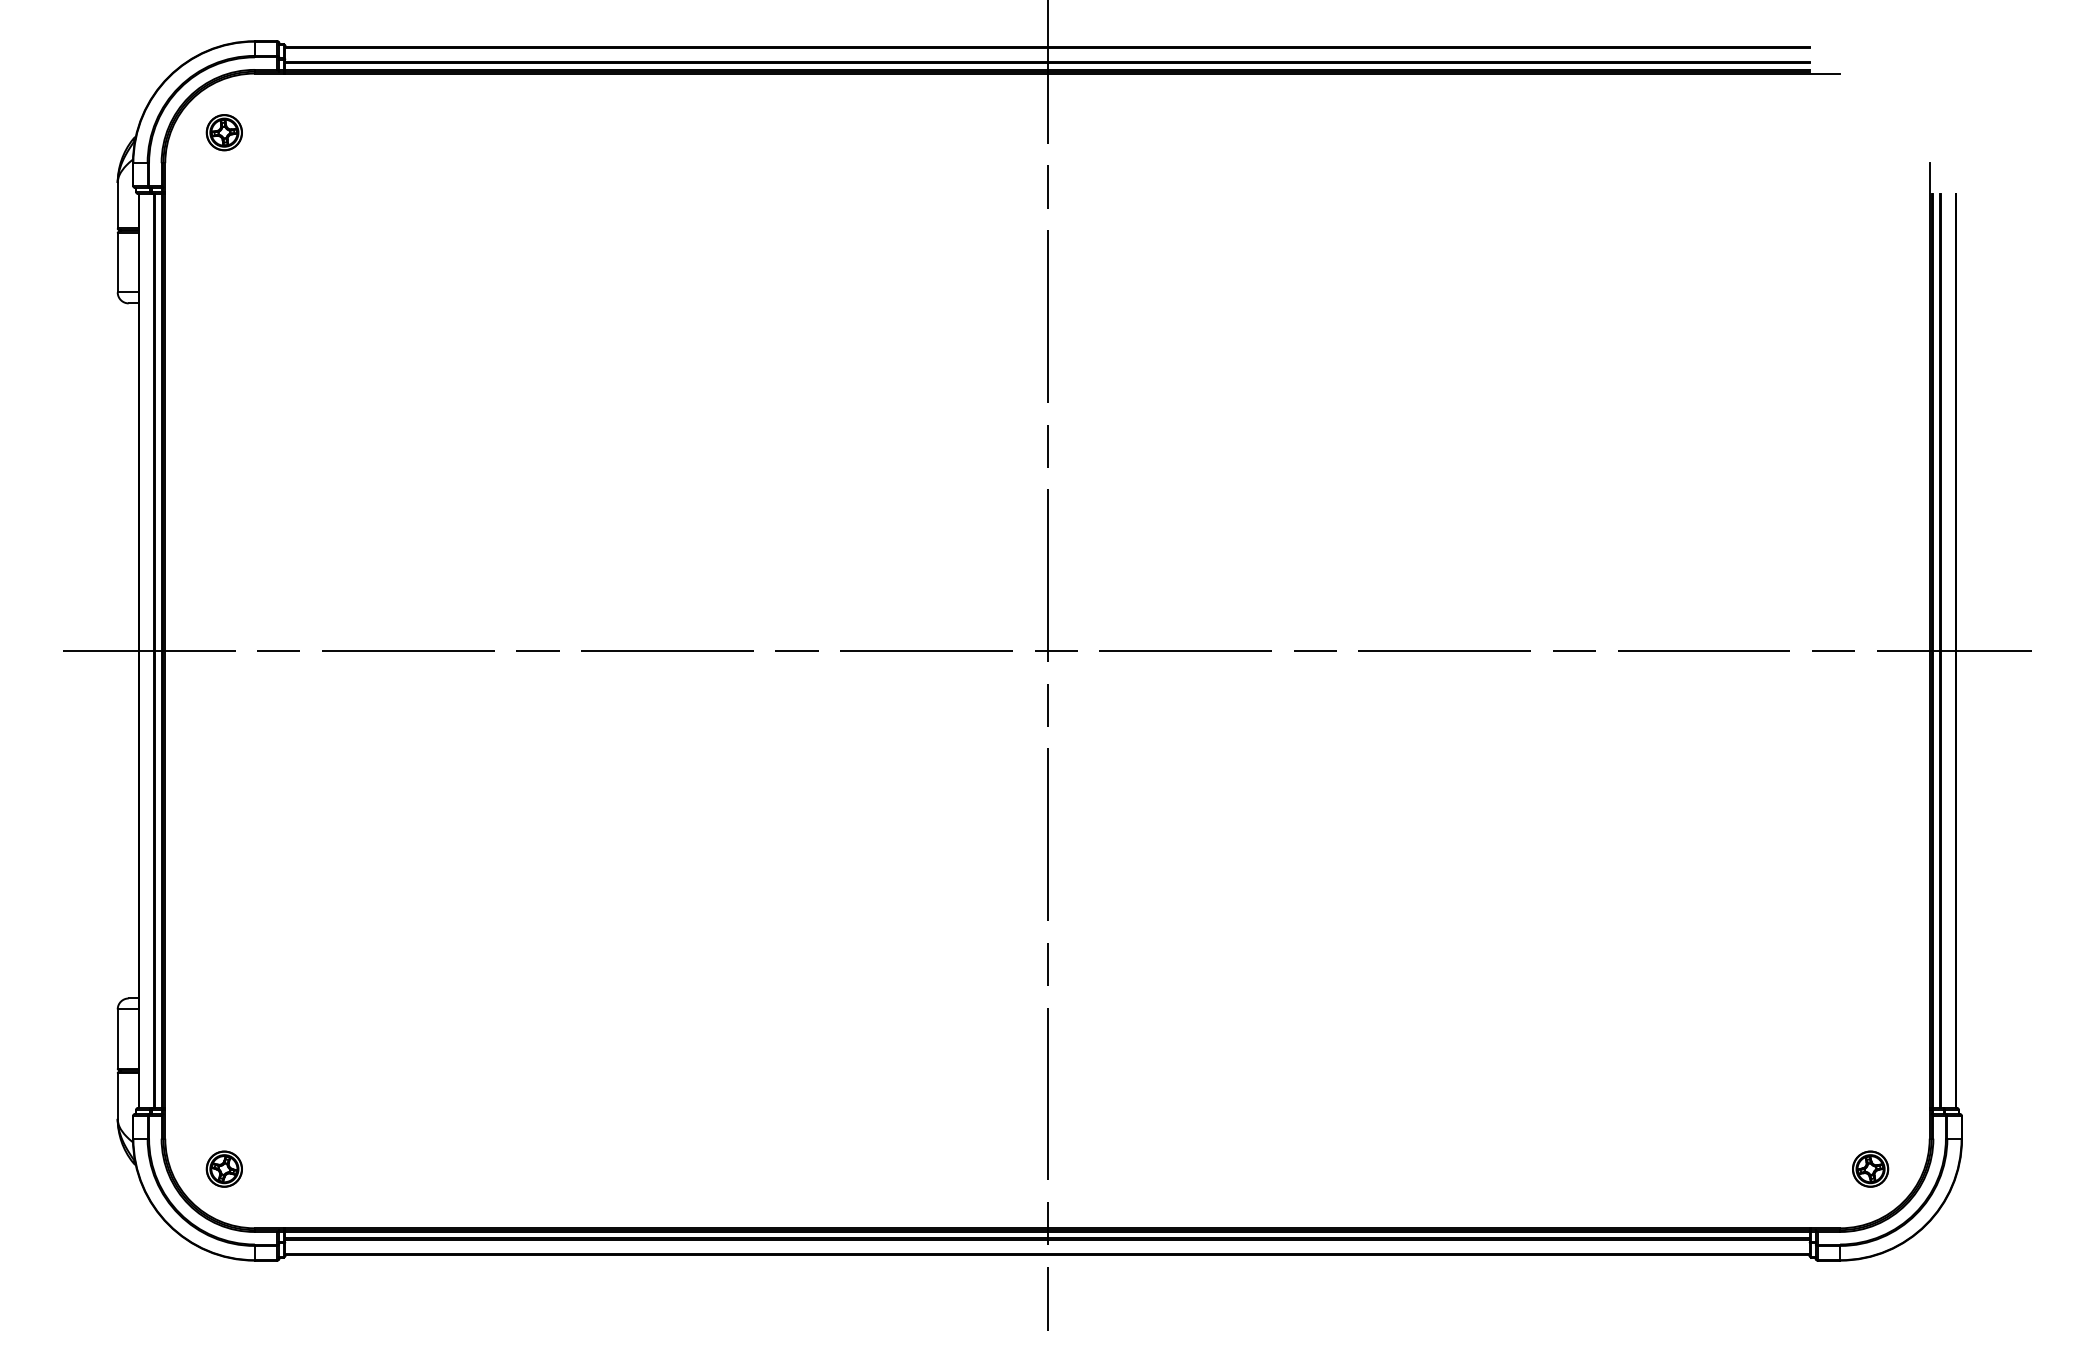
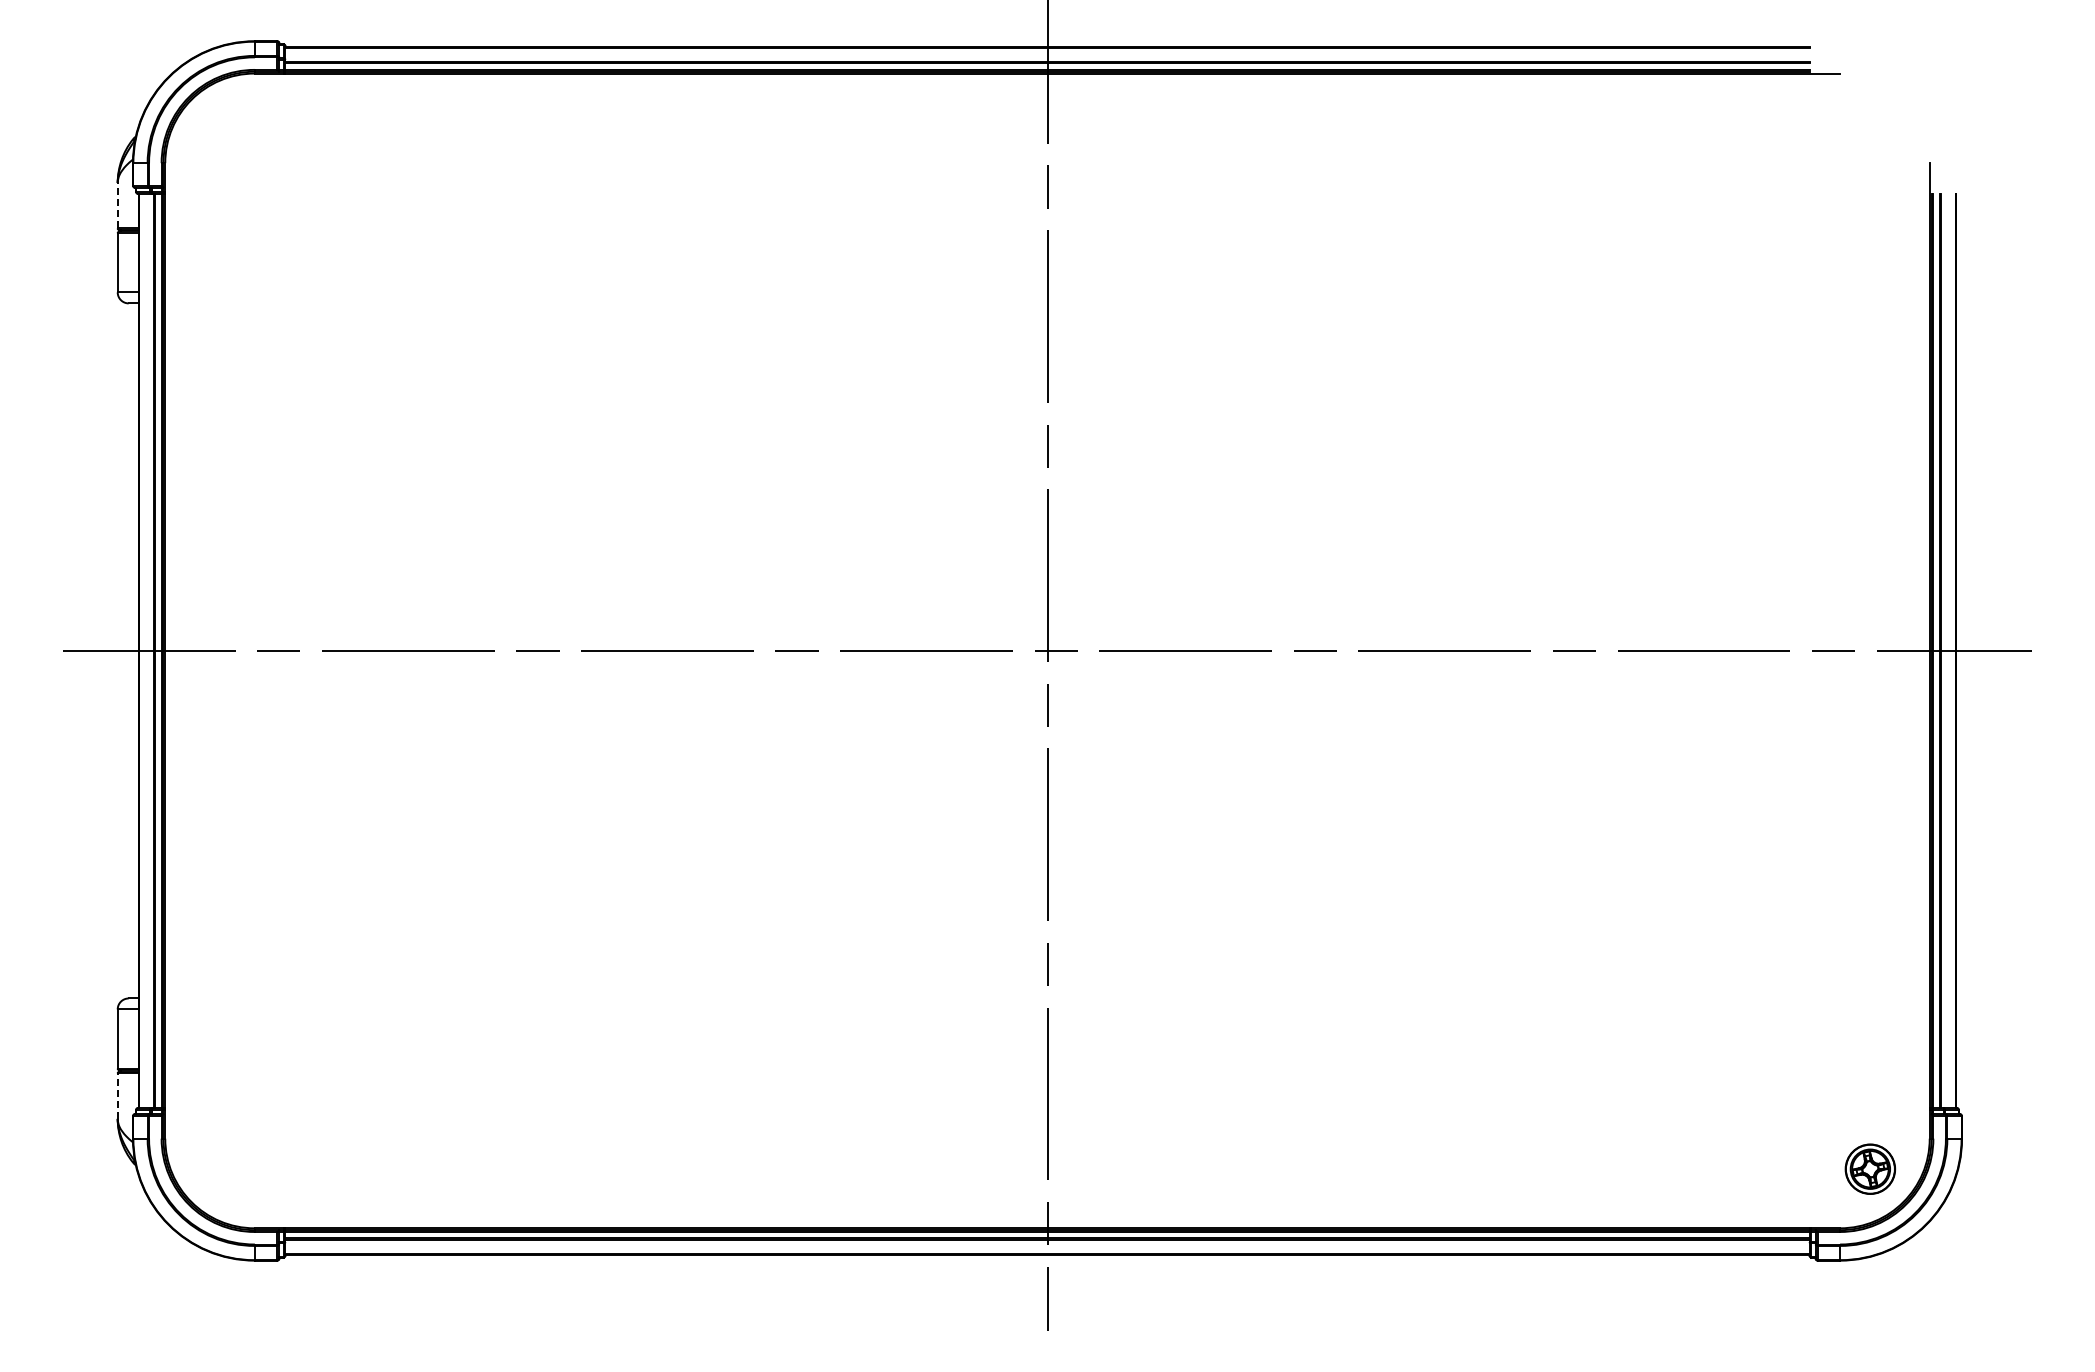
part at (223, 132): present -> none
line at (117, 205): solid -> dashed
line at (117, 1096): solid -> dashed
part at (223, 1168): present -> none
part at (1870, 1168) size: 38x38 px -> 53x52 px
